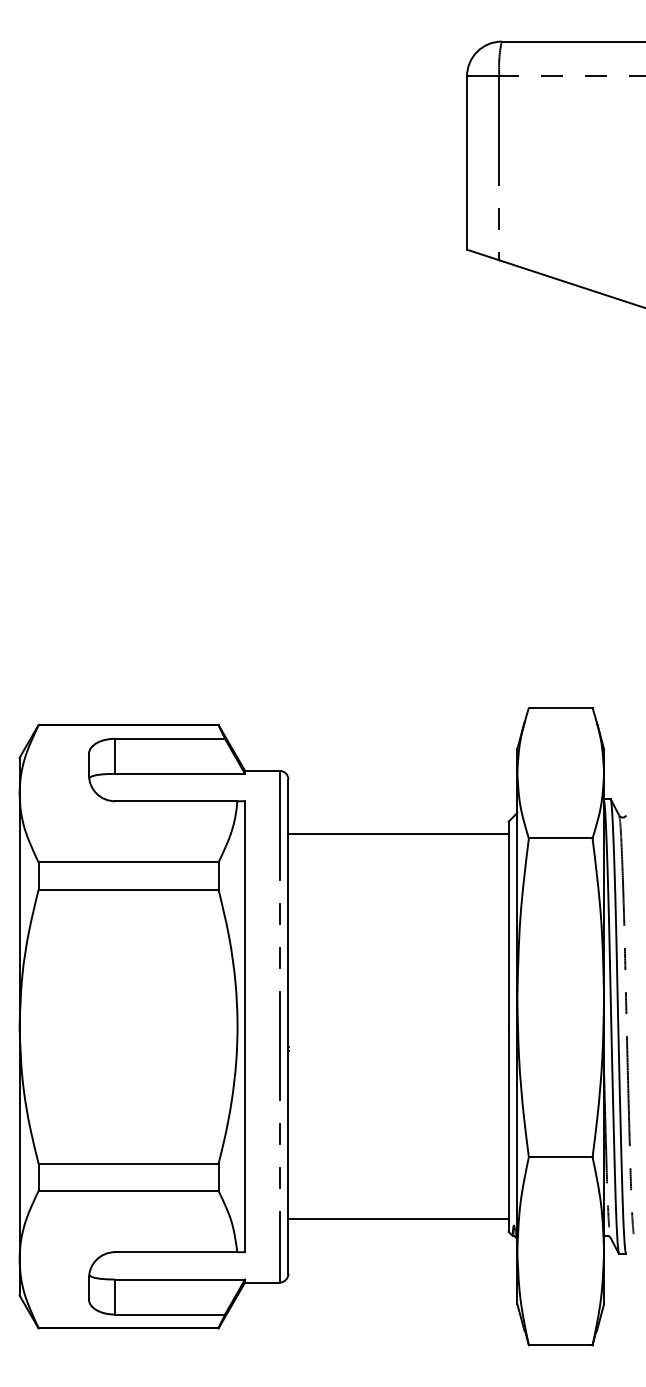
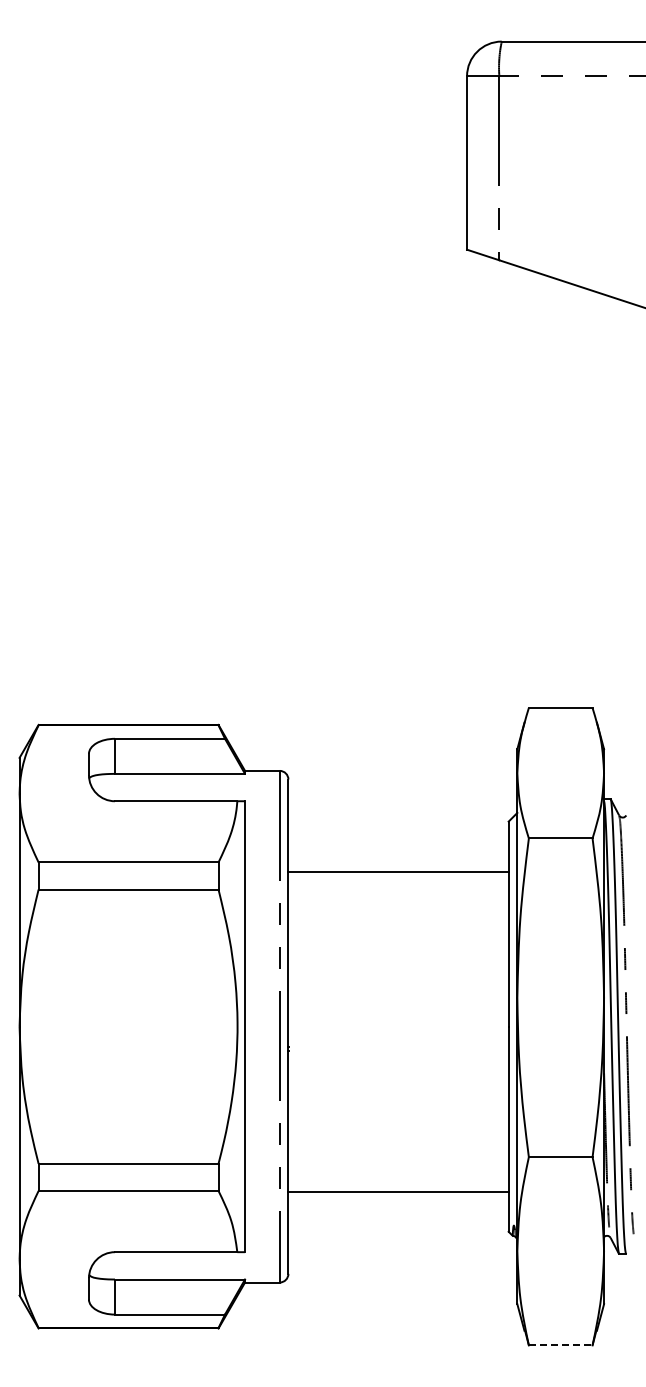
line at (398, 834) position: (398, 834) -> (398, 872)
line at (398, 1219) position: (398, 1219) -> (398, 1192)
line at (560, 1345): solid -> dashed
